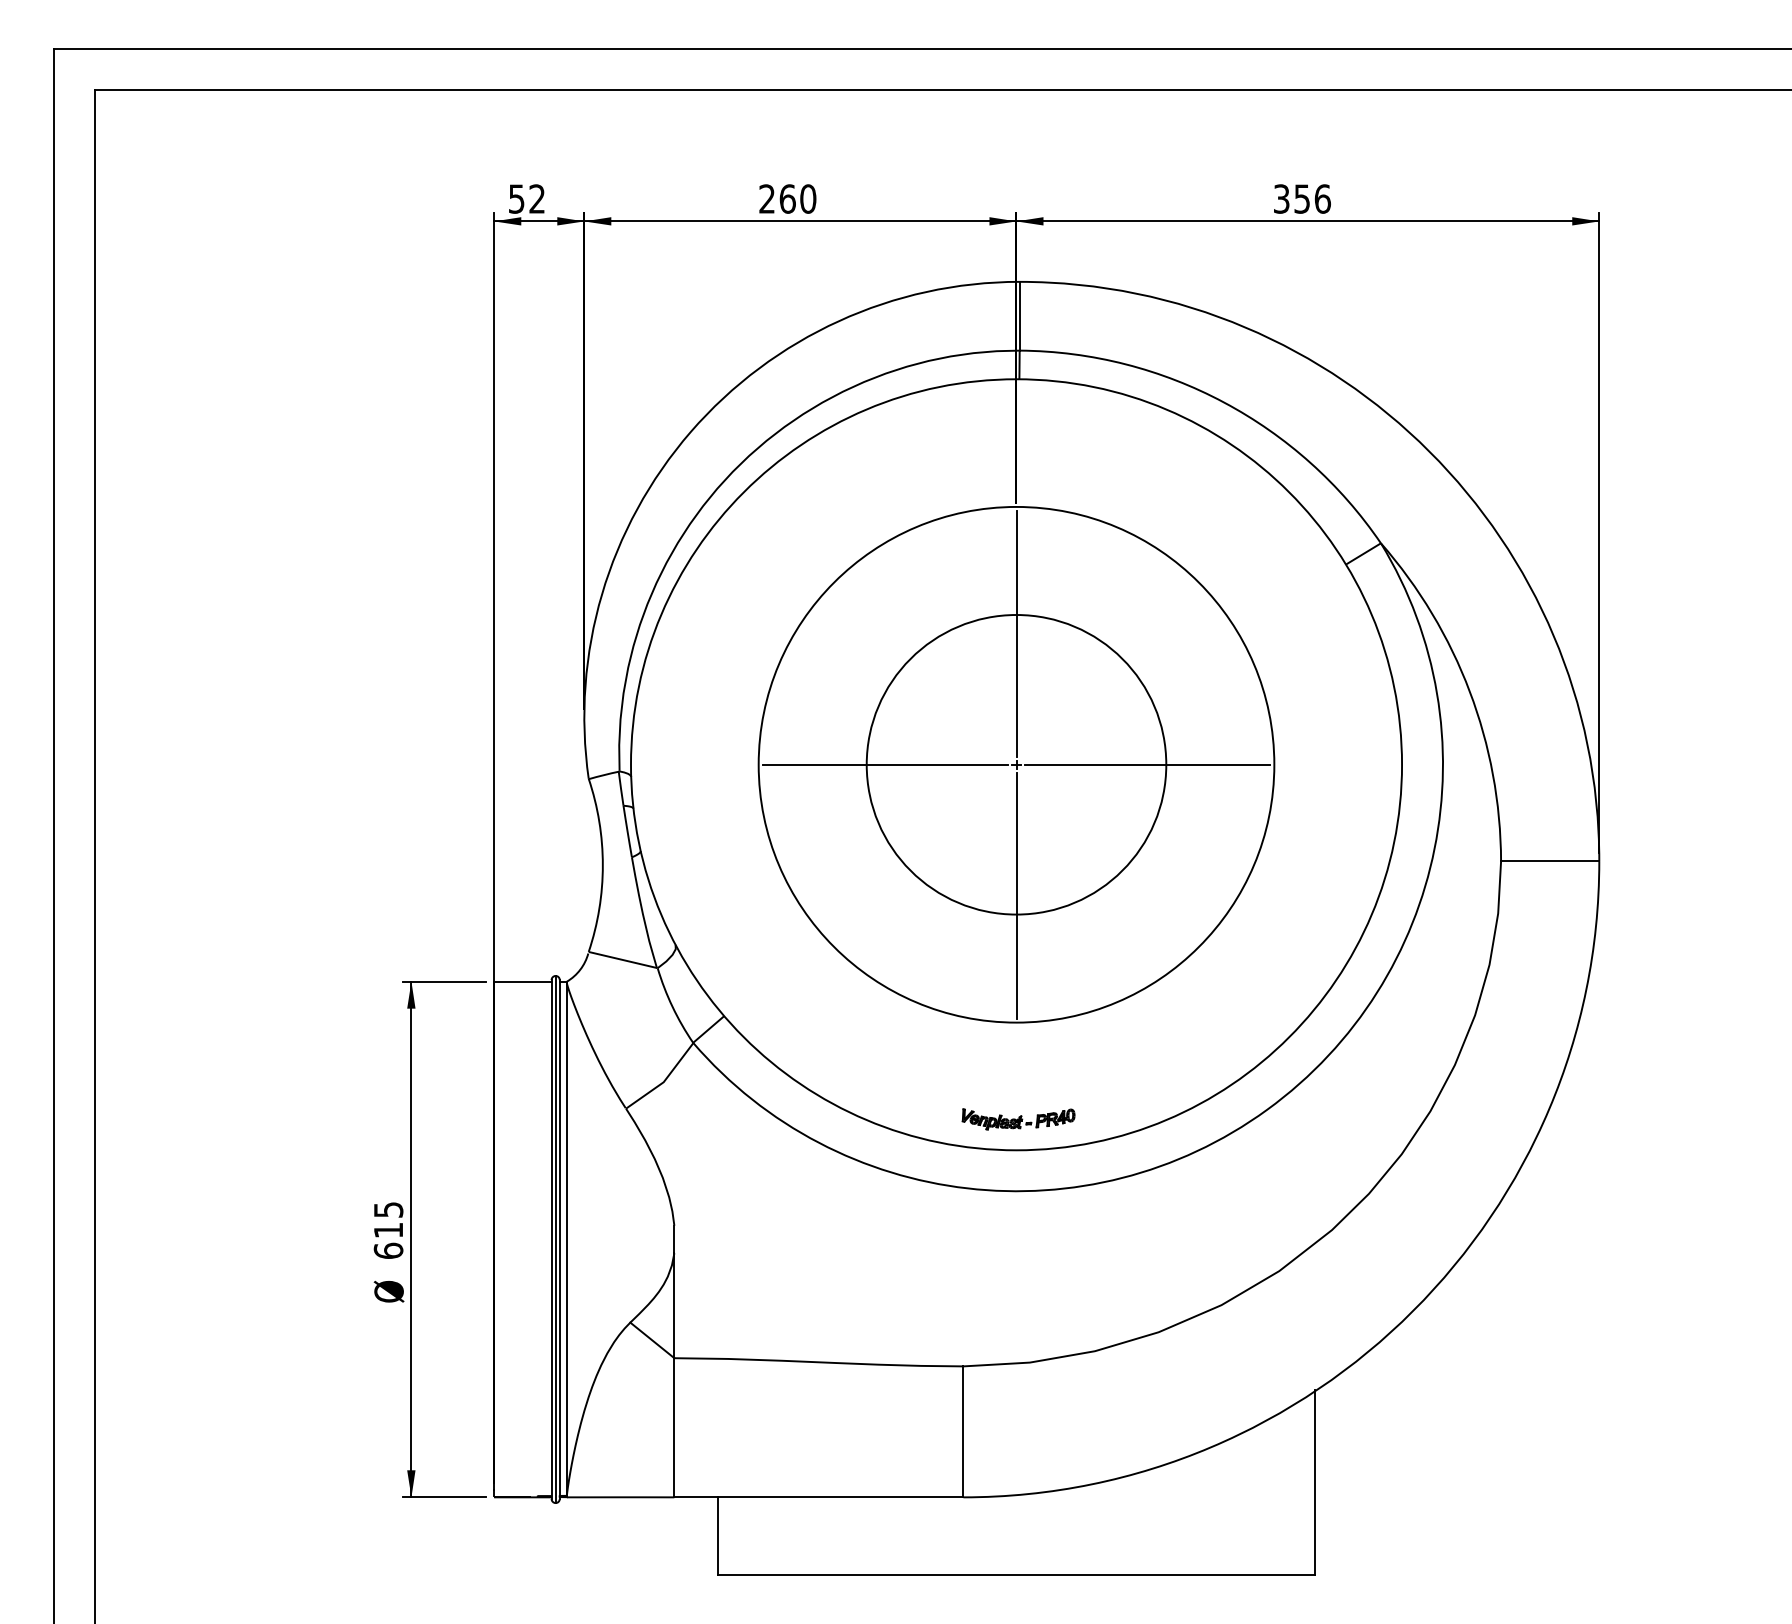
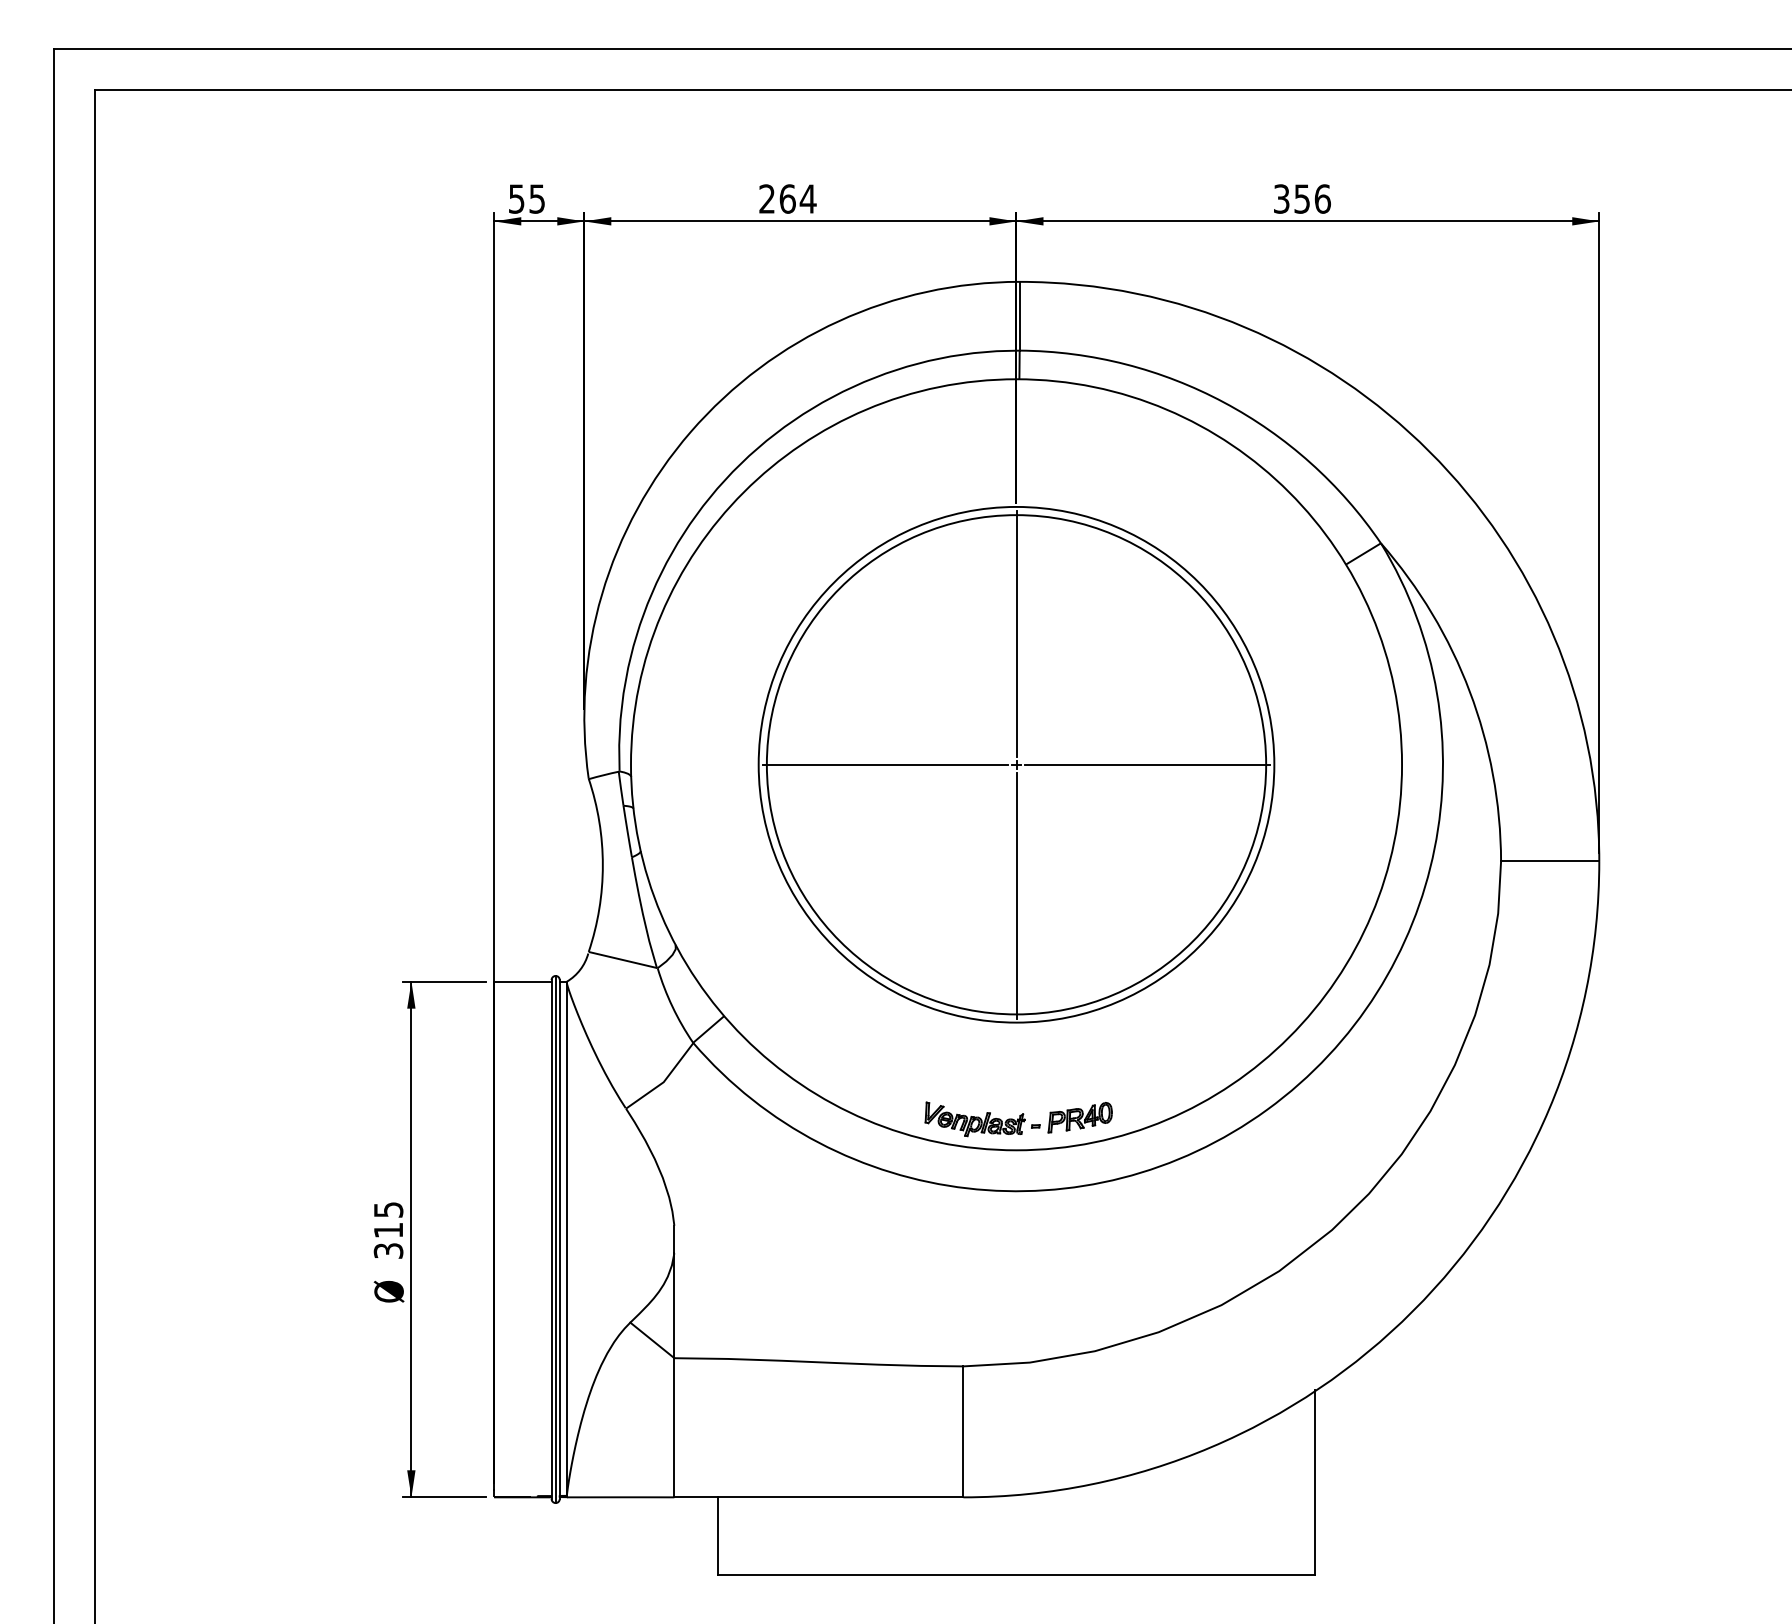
text at (536, 198): 52 -> 55
text at (807, 198): 260 -> 264
circle at (1016, 764) diameter: 300 px -> 499 px
part at (1018, 1119) size: 115x23 px -> 189x37 px
text at (388, 1250): 615 -> 315
